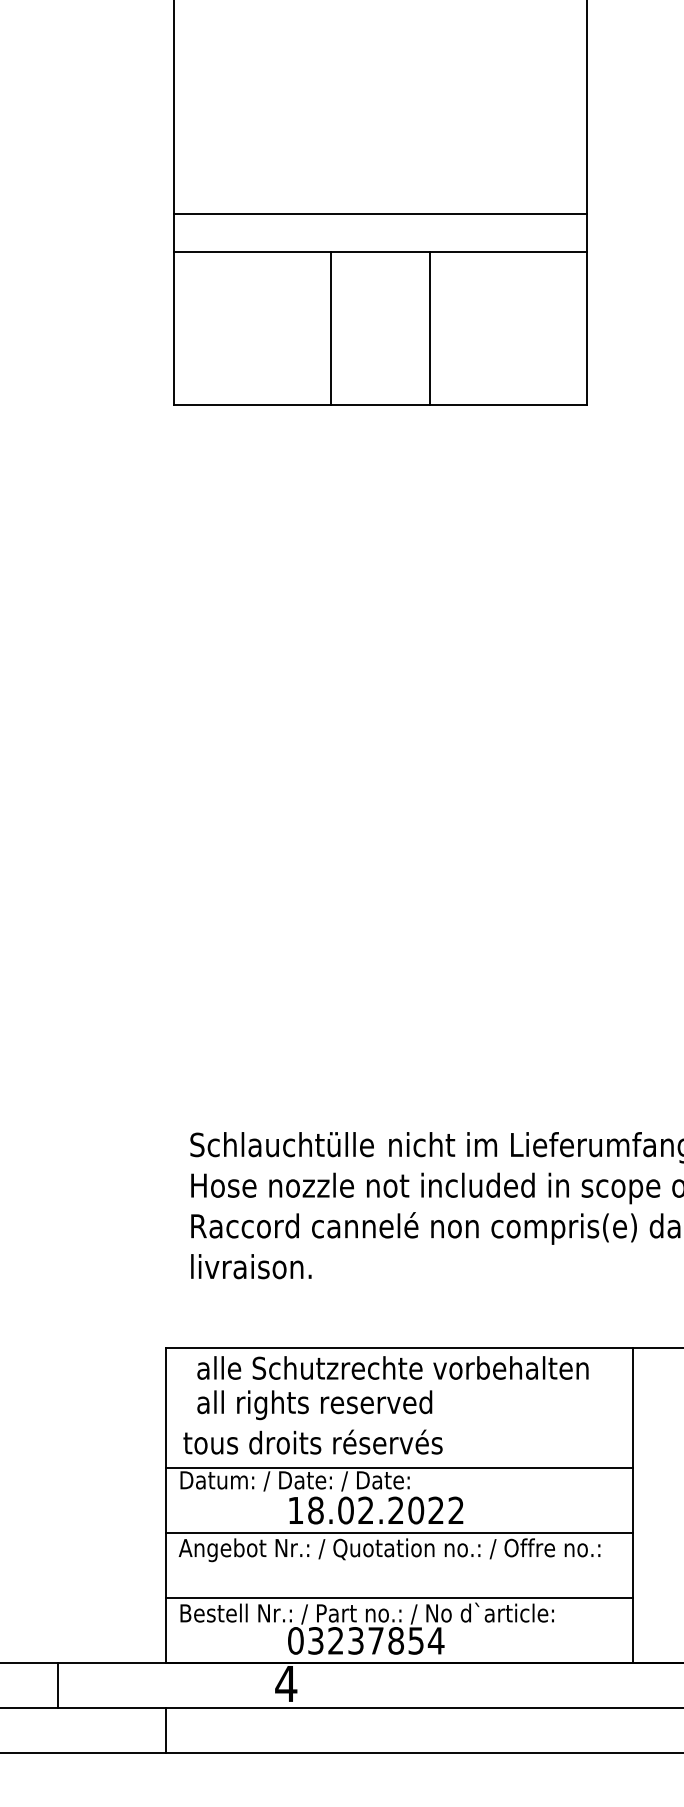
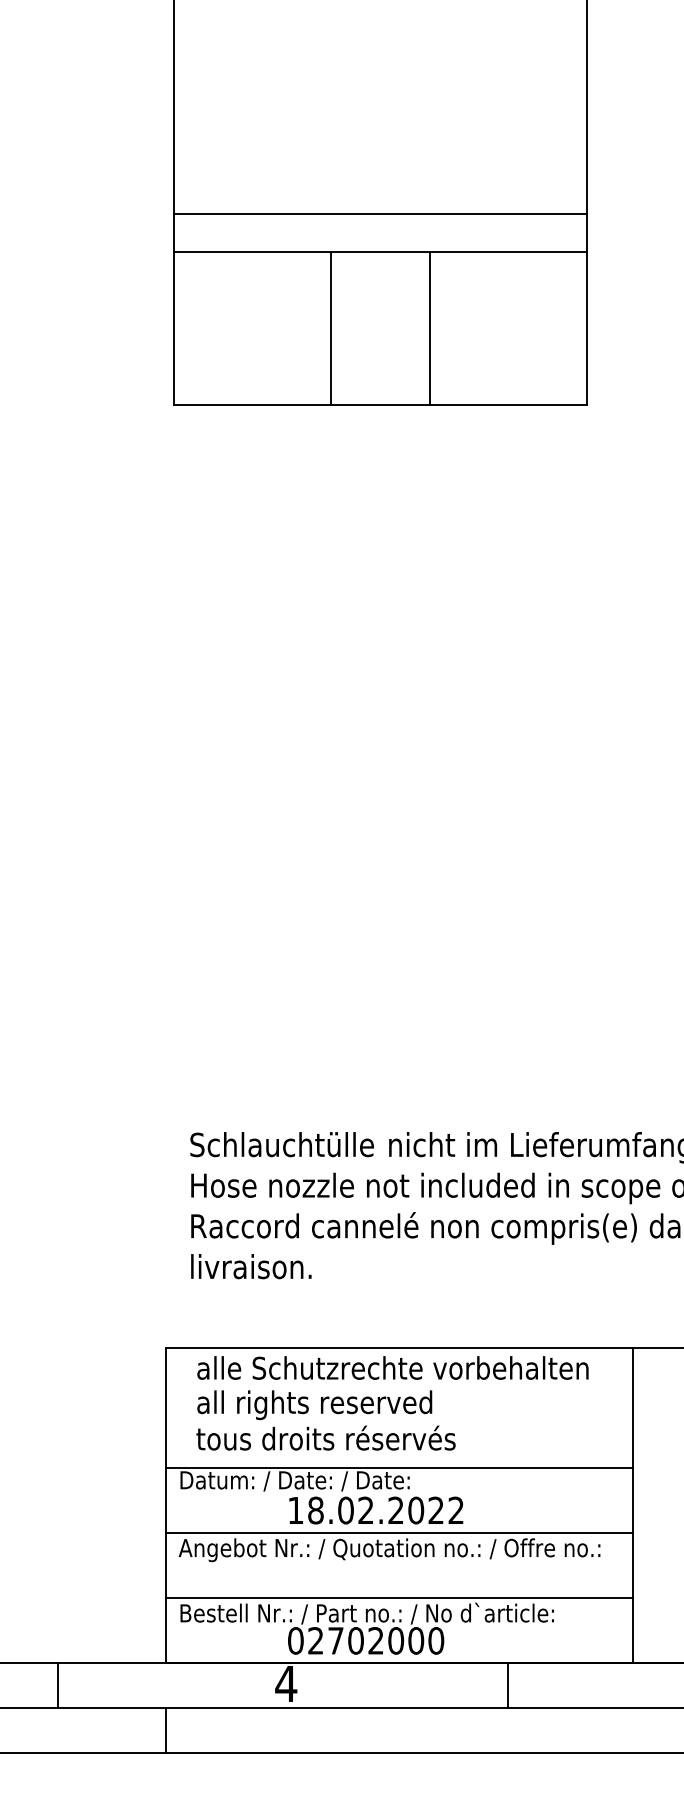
text at (312, 1441) position: (312, 1441) -> (325, 1437)
text at (376, 1640): 03237854 -> 02702000
line at (507, 1684): none -> present
